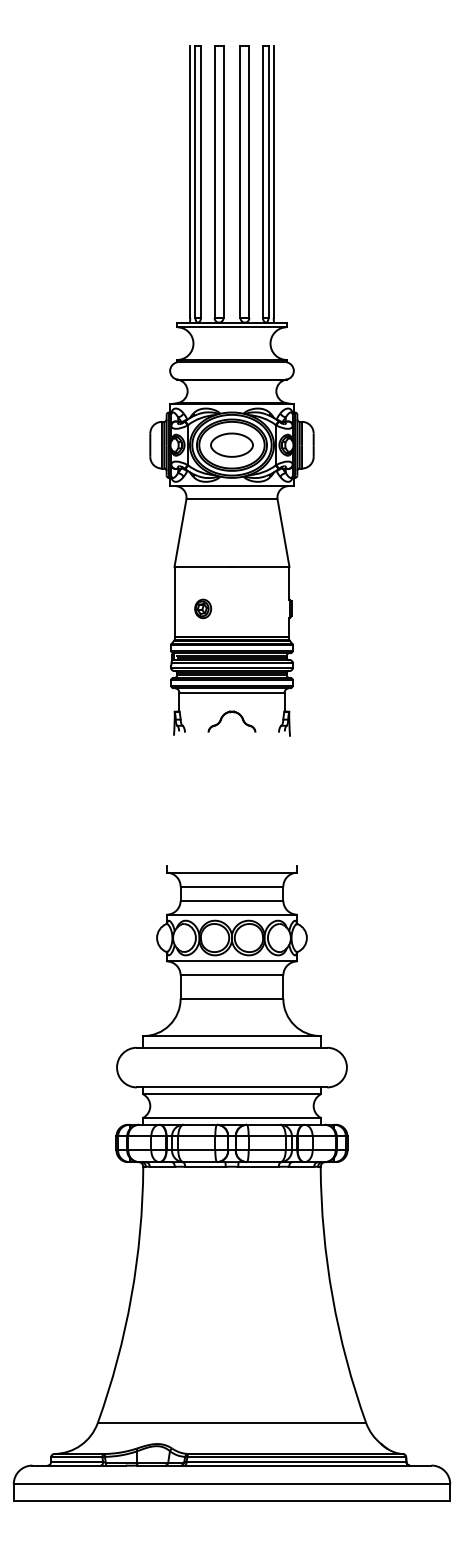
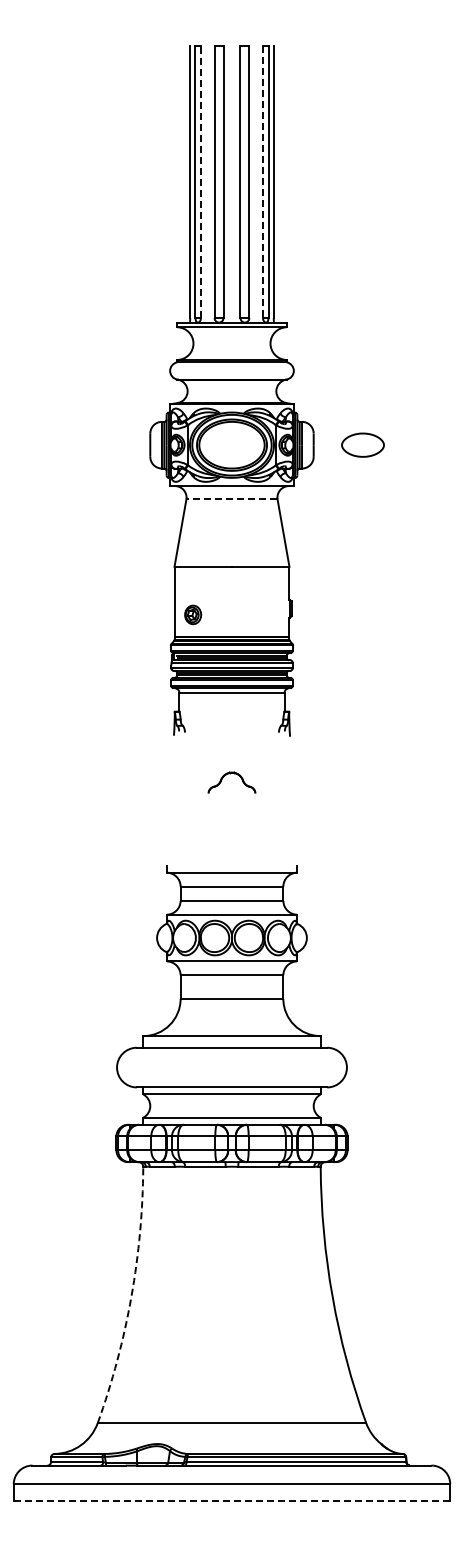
line at (200, 182): solid -> dashed
line at (263, 182): solid -> dashed
part at (231, 444) position: (231, 444) -> (362, 444)
line at (231, 498): solid -> dashed
part at (203, 608) position: (203, 608) -> (193, 614)
part at (230, 713) position: (230, 713) -> (230, 774)
arc at (131, 1296): solid -> dashed
line at (231, 1500): solid -> dashed
